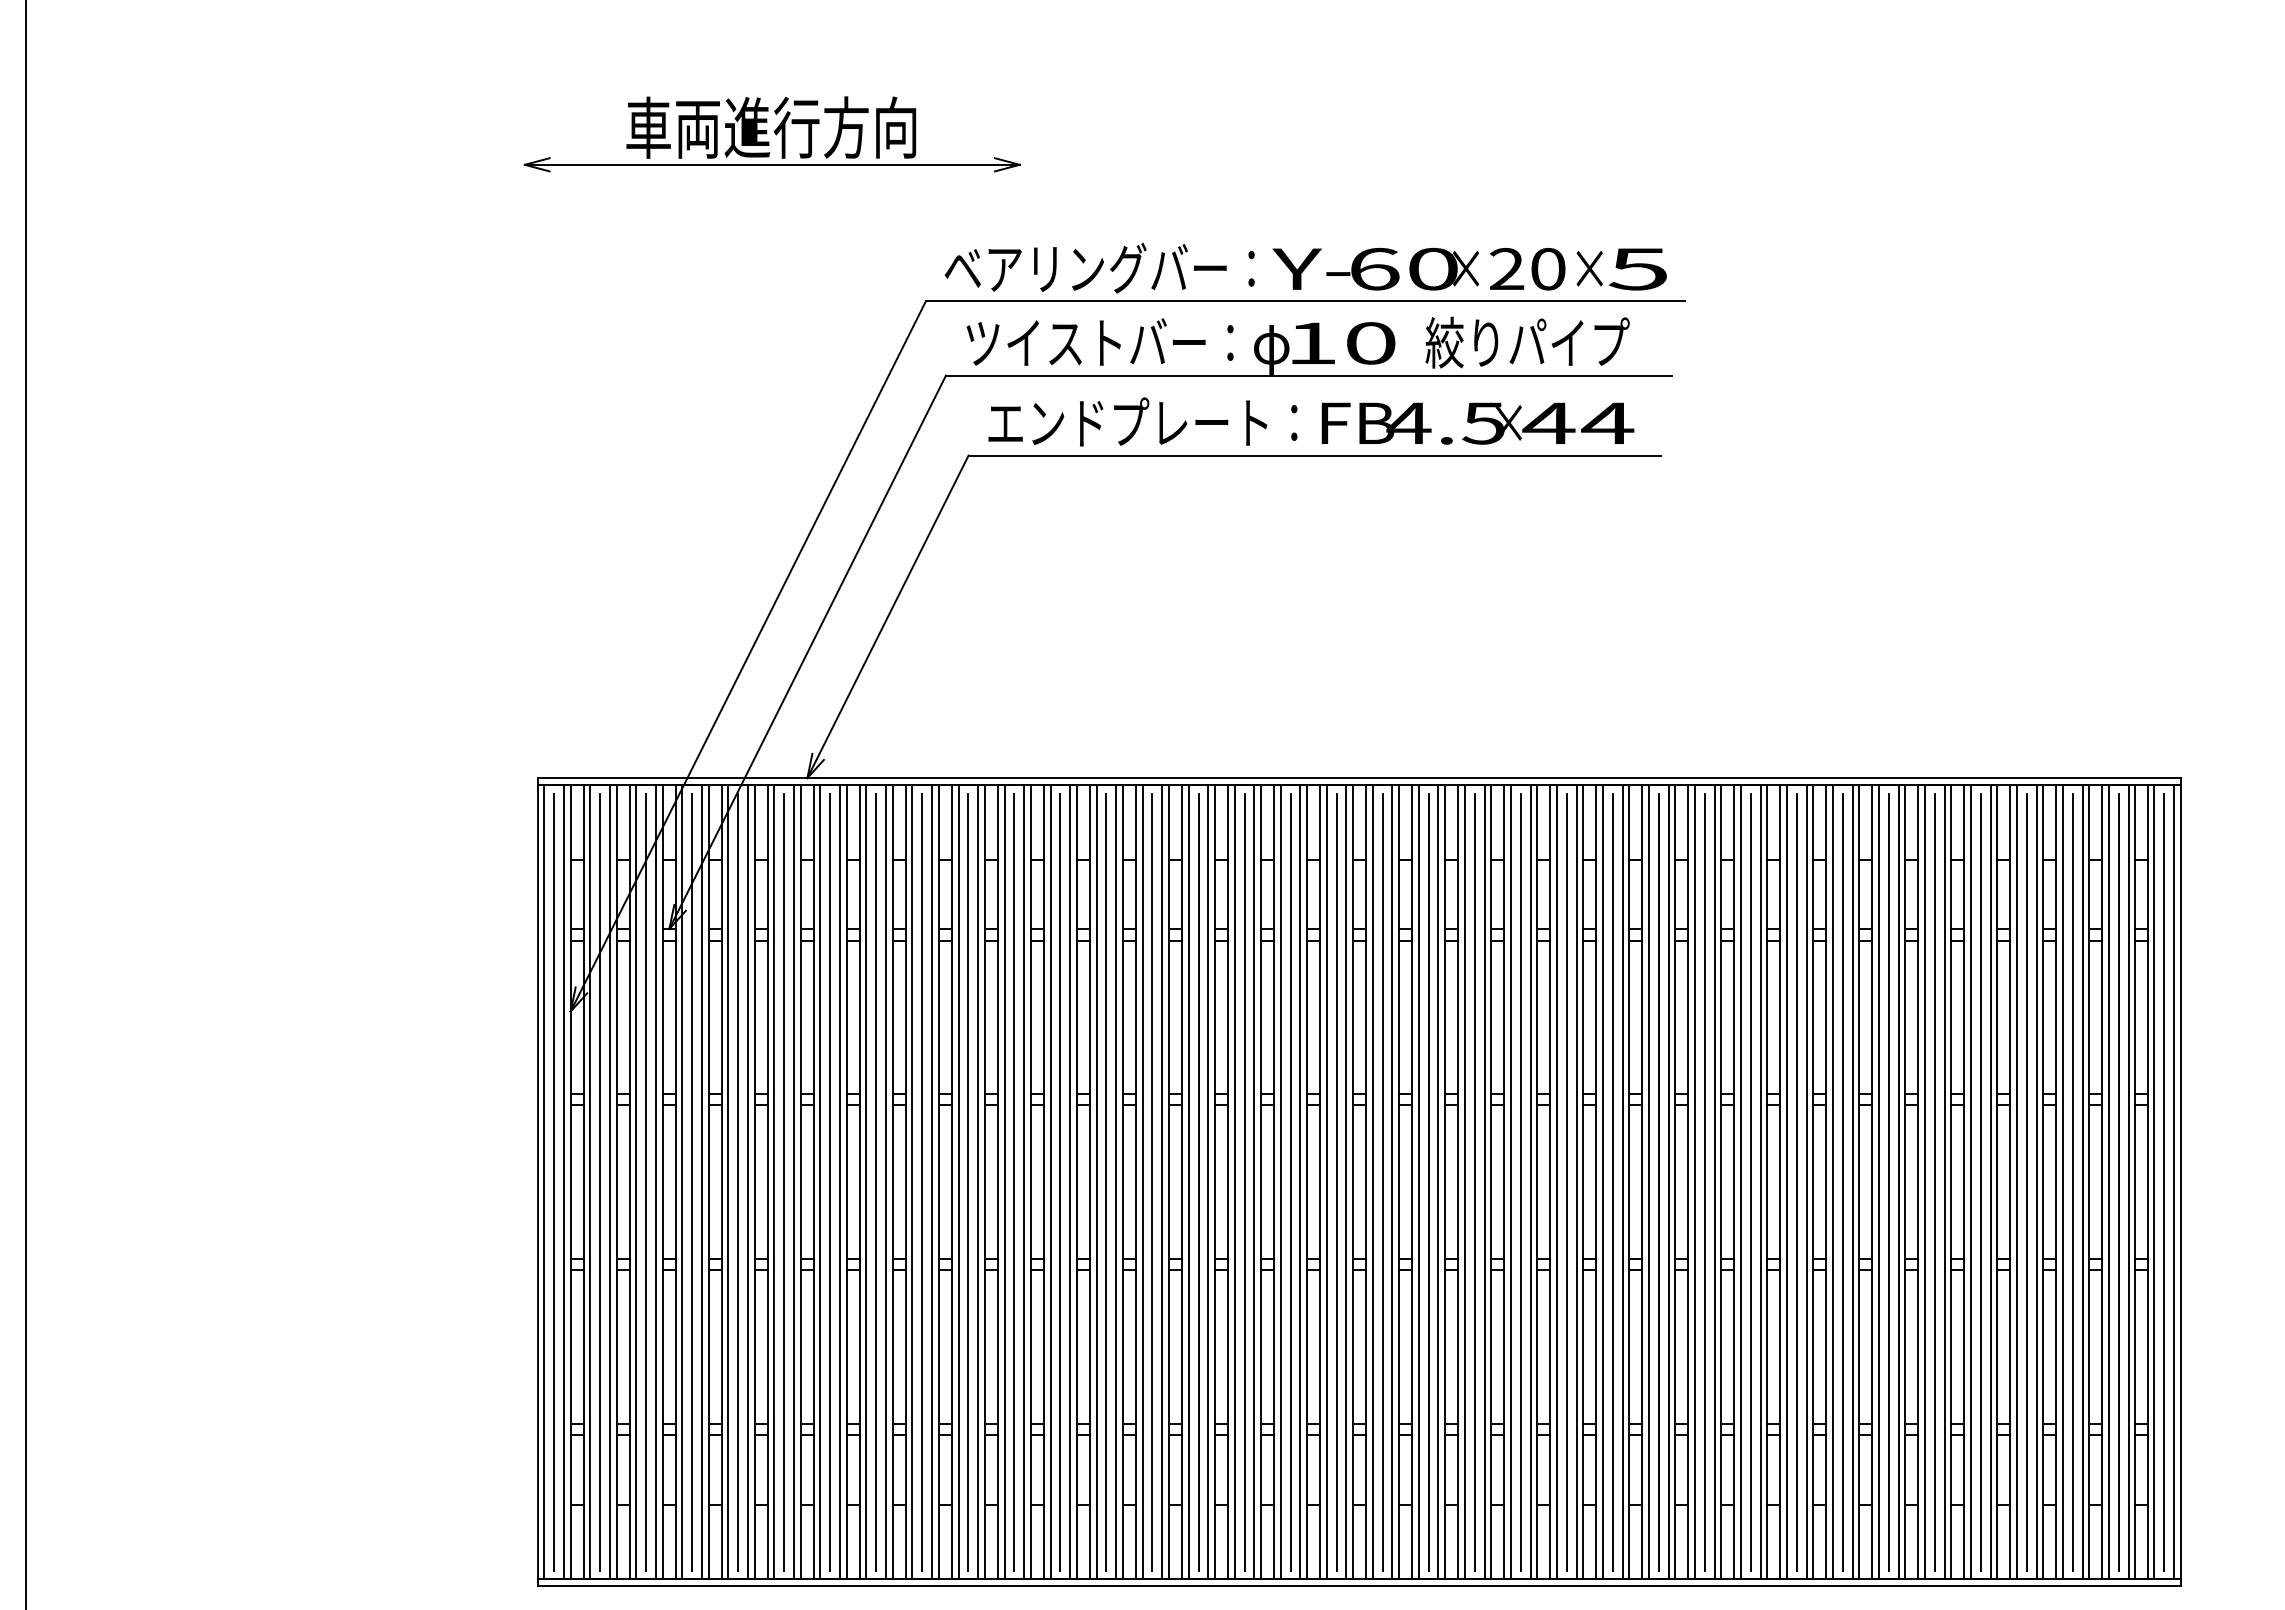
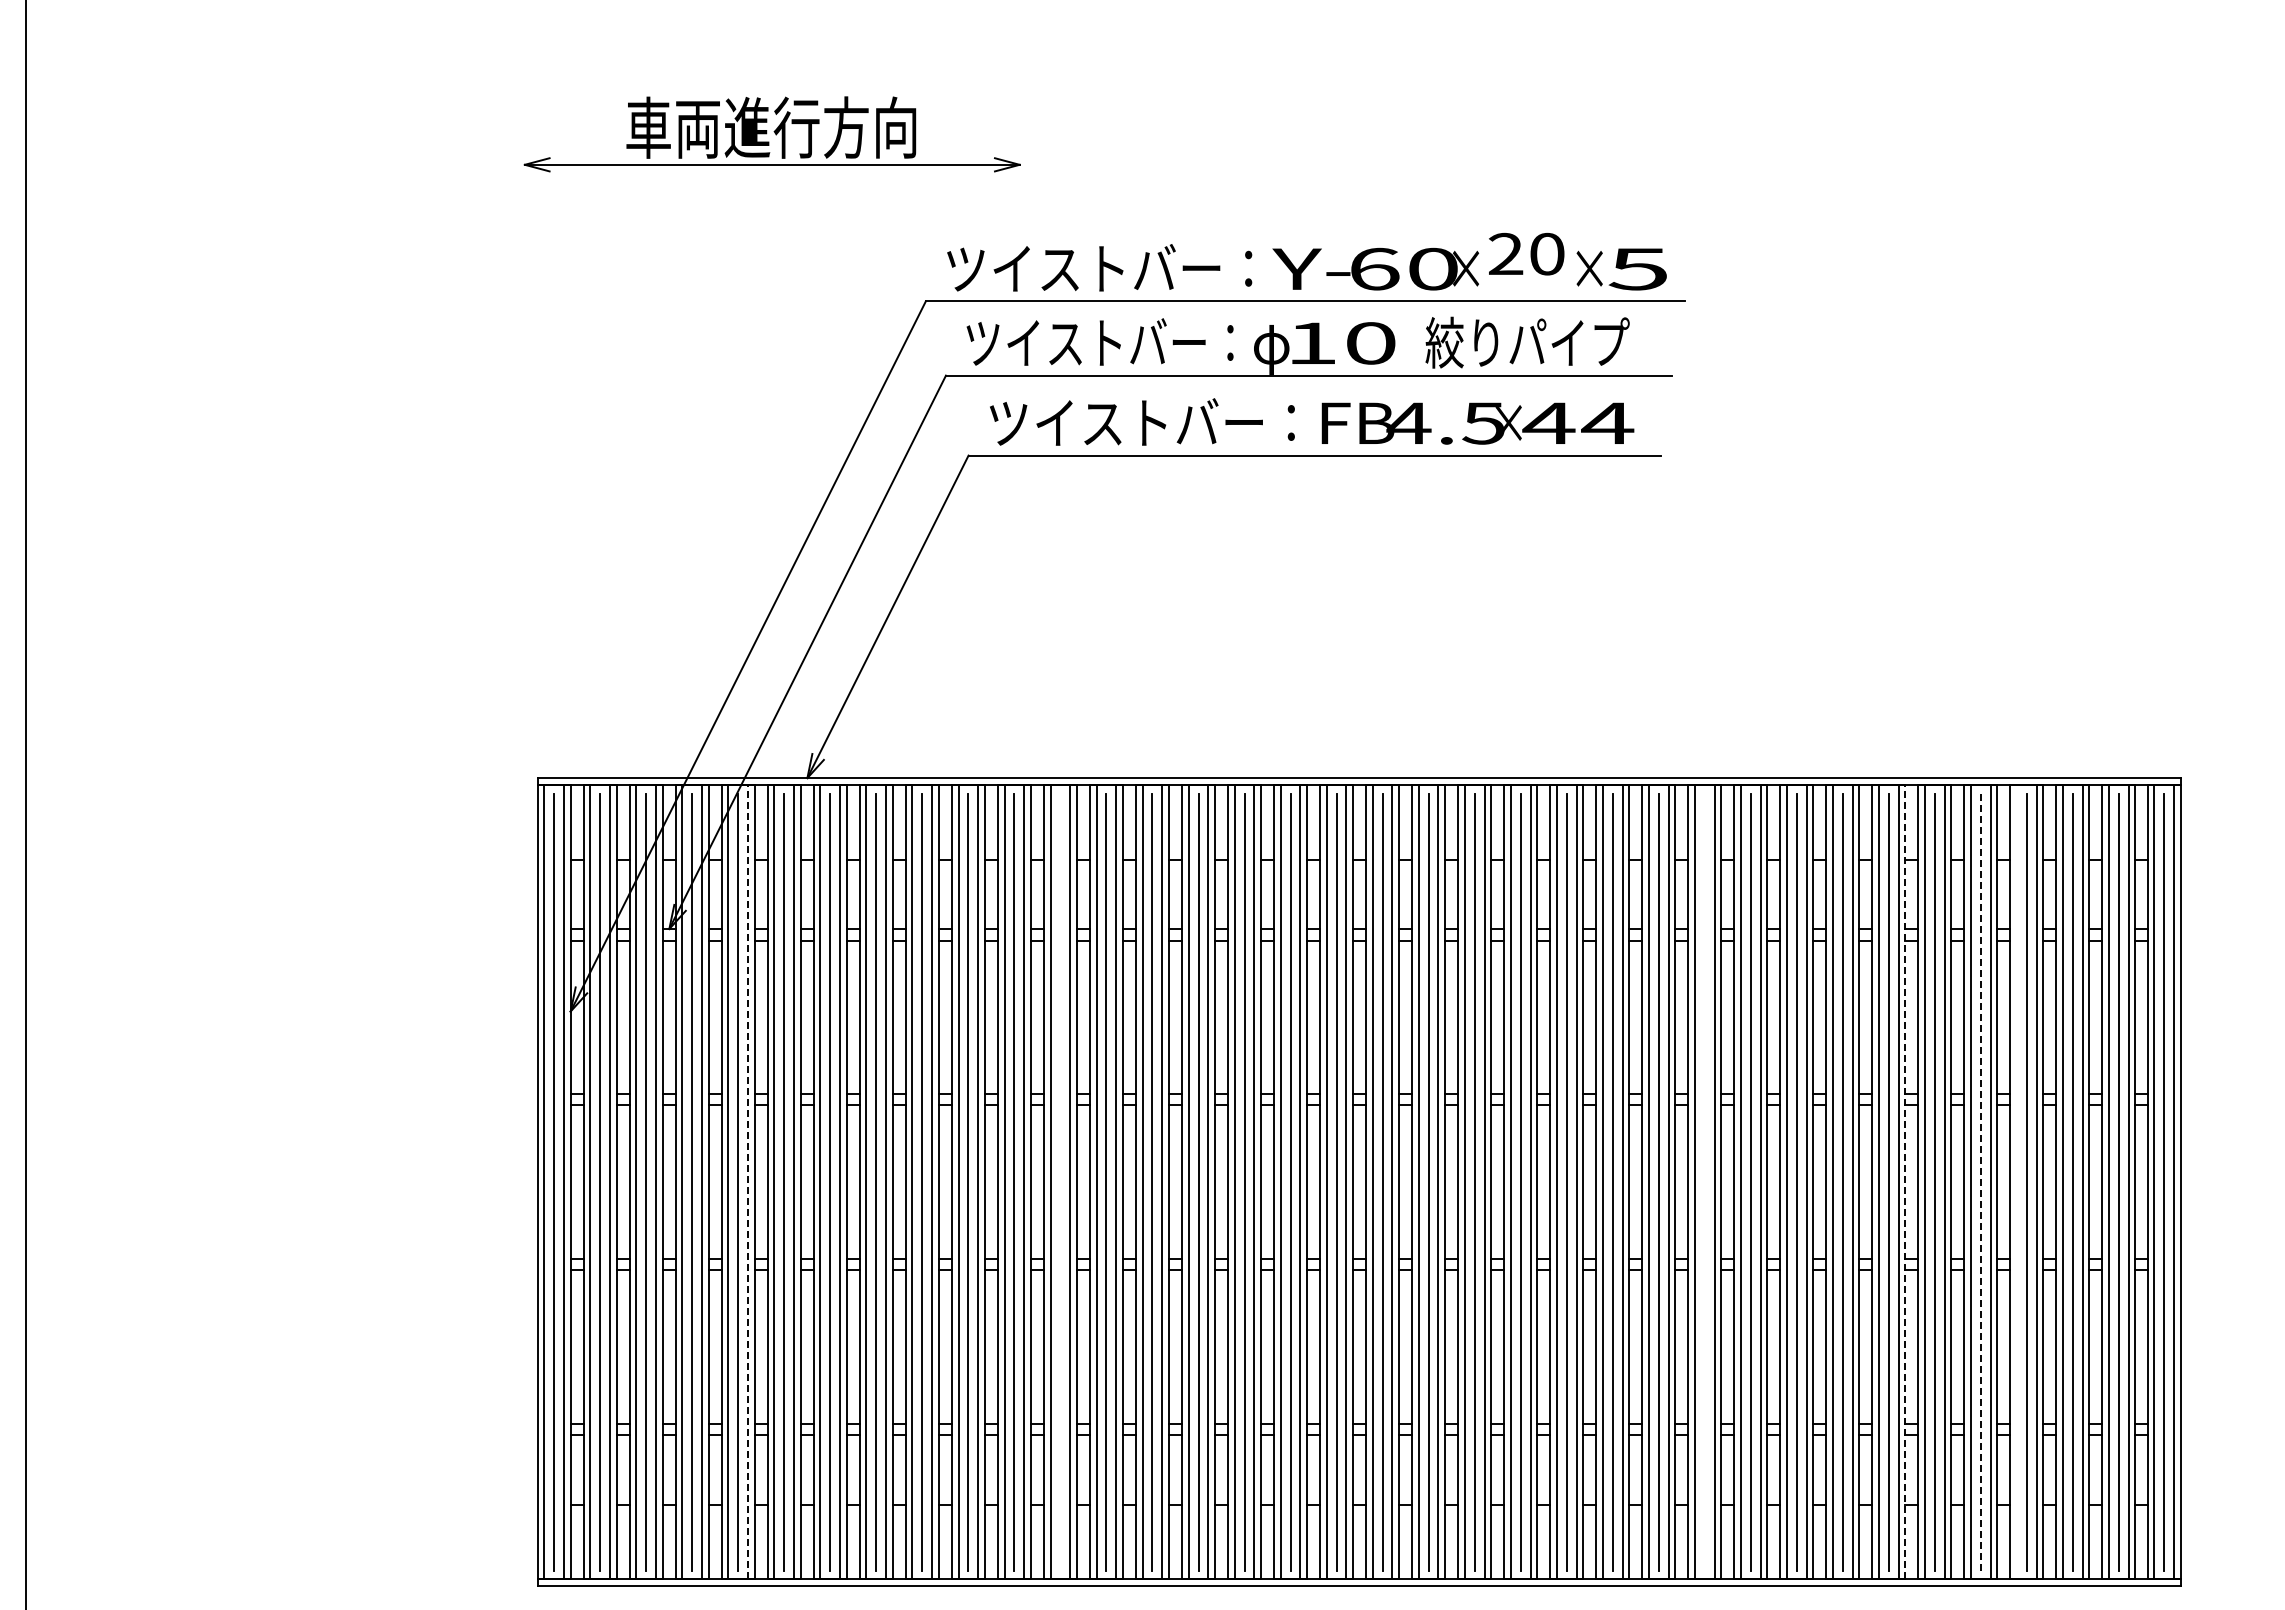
text at (1099, 267): ベアリングバー： -> ツイストバー：
text at (1527, 269) position: (1527, 269) -> (1526, 254)
text at (1142, 421): エンドプレート： -> ツイストバー：
line at (1060, 1181): present -> none
line at (1704, 1181): present -> none
line at (1980, 1181): solid -> dashed
line at (2016, 1181): present -> none
line at (748, 1182): solid -> dashed
line at (1905, 1182): solid -> dashed
